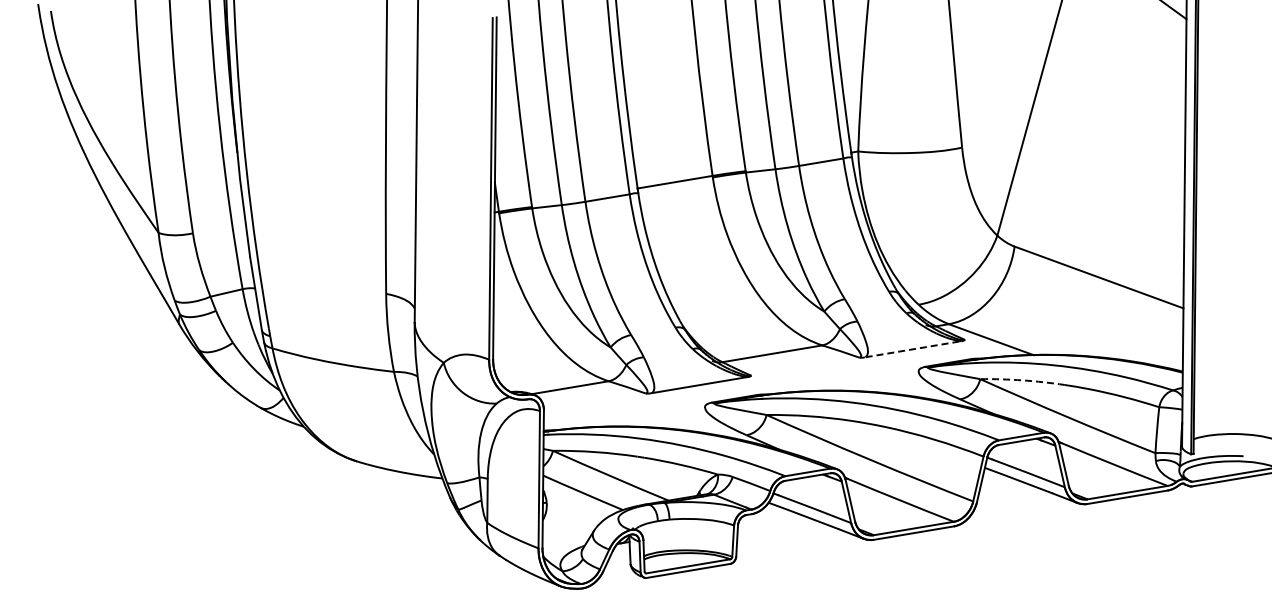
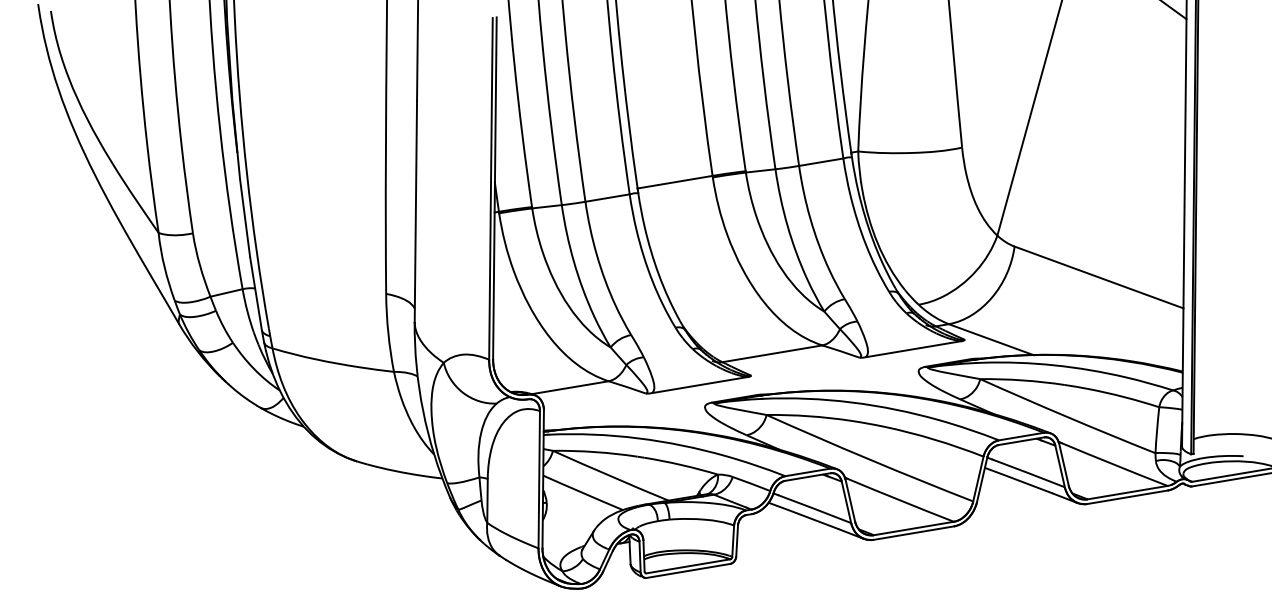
line at (913, 349): dashed -> solid
arc at (1022, 380): dashed -> solid
